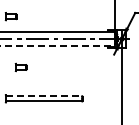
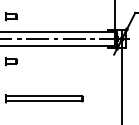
line at (57, 45): dashed -> solid
part at (20, 67) position: (20, 67) -> (10, 61)
line at (44, 96): dashed -> solid
